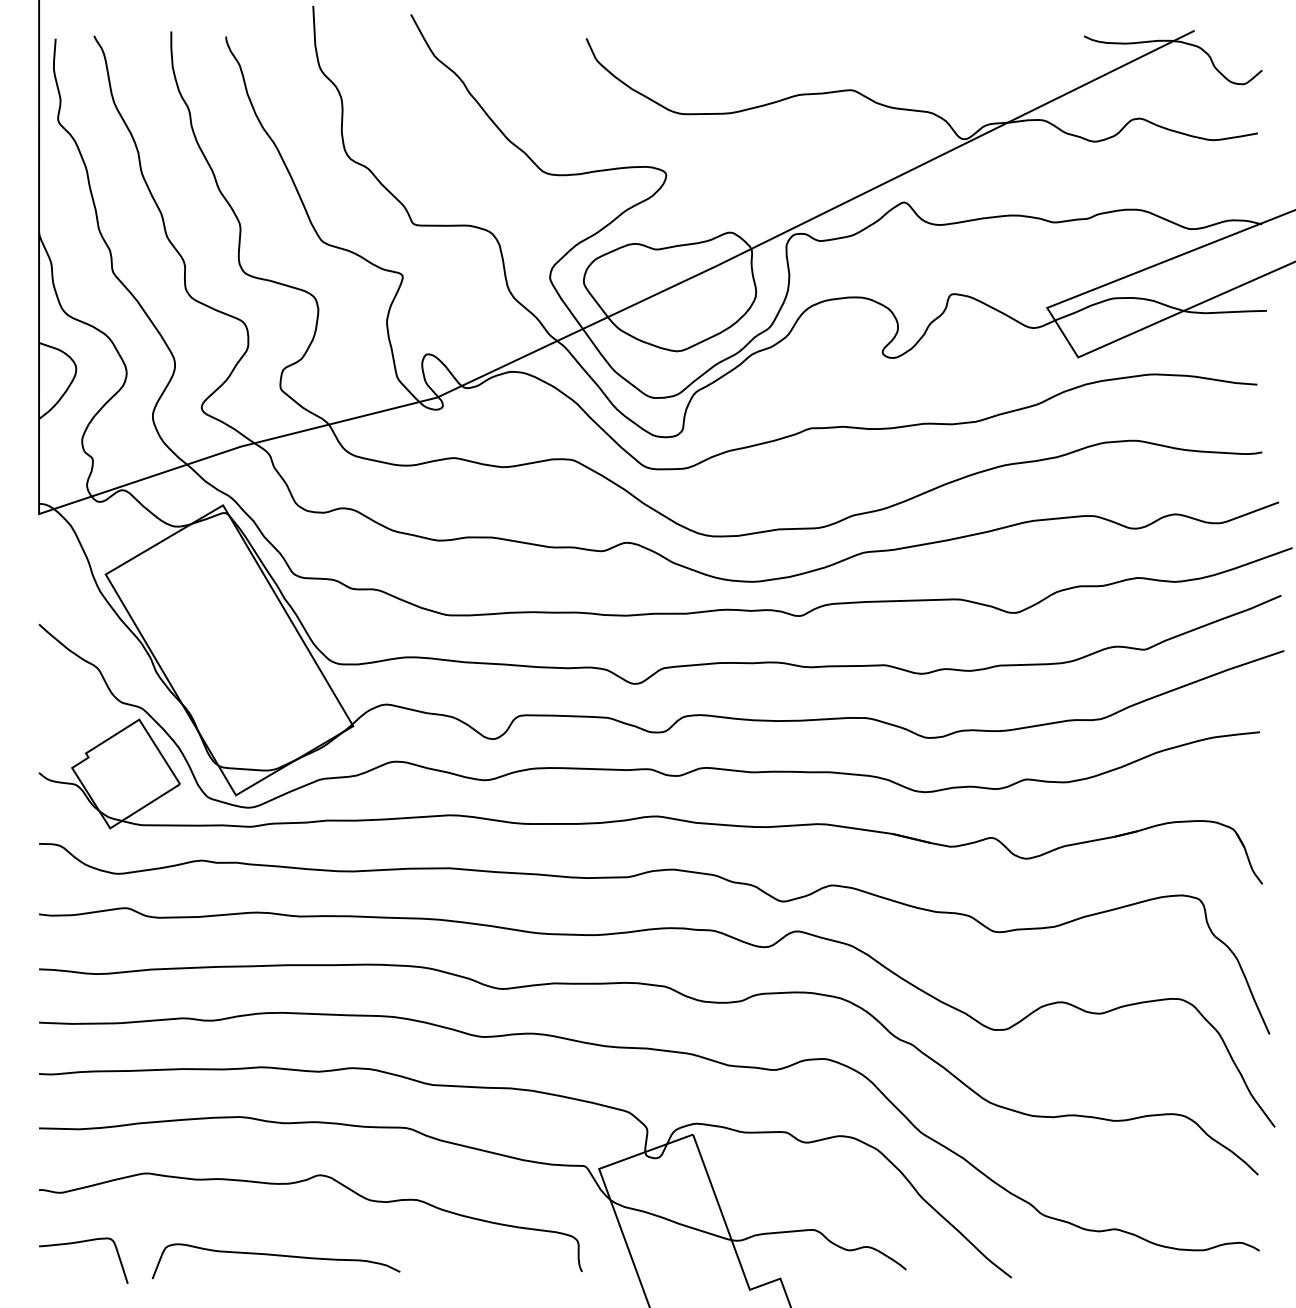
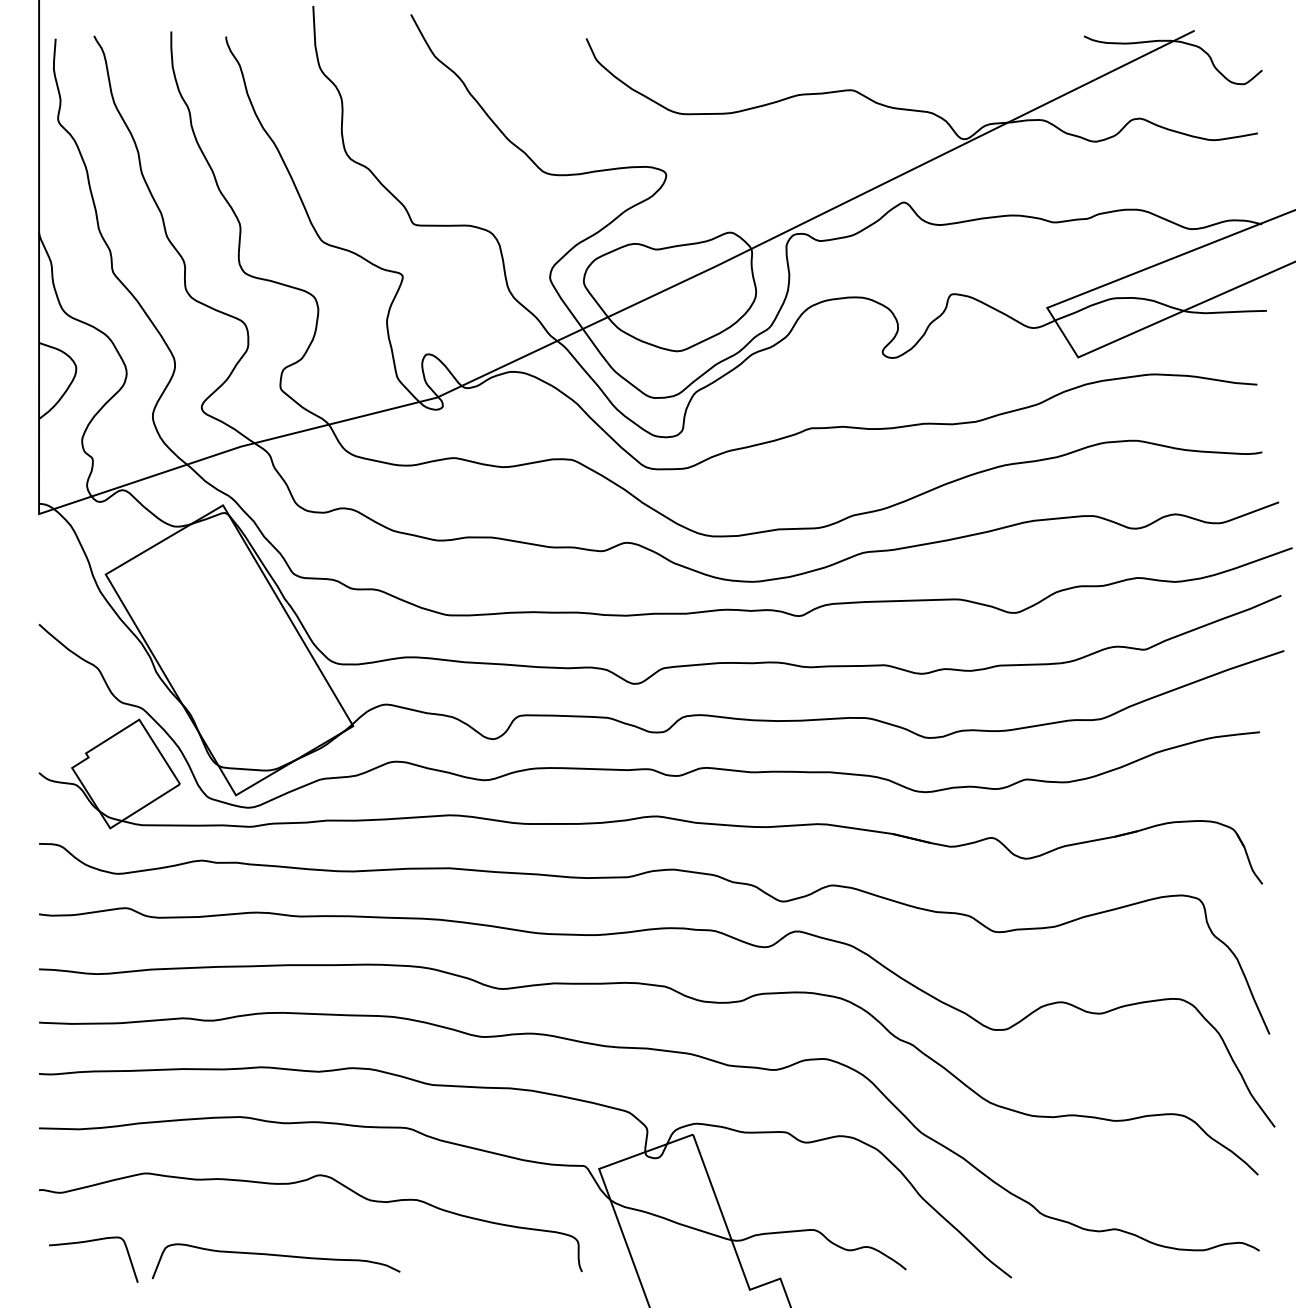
curve at (78, 1243) position: (78, 1243) -> (88, 1242)
